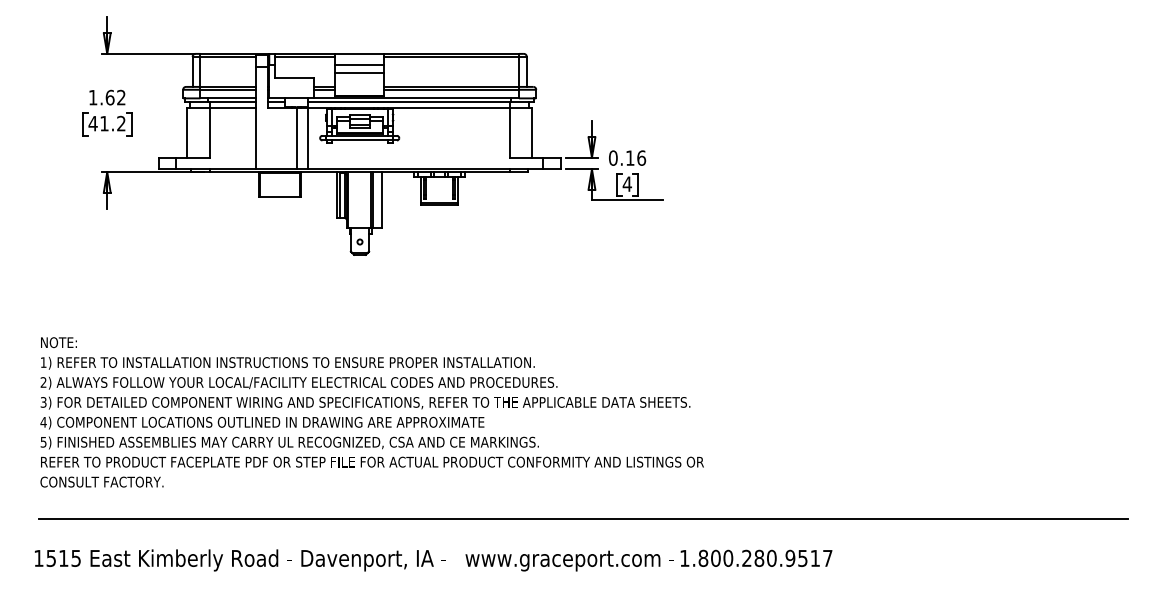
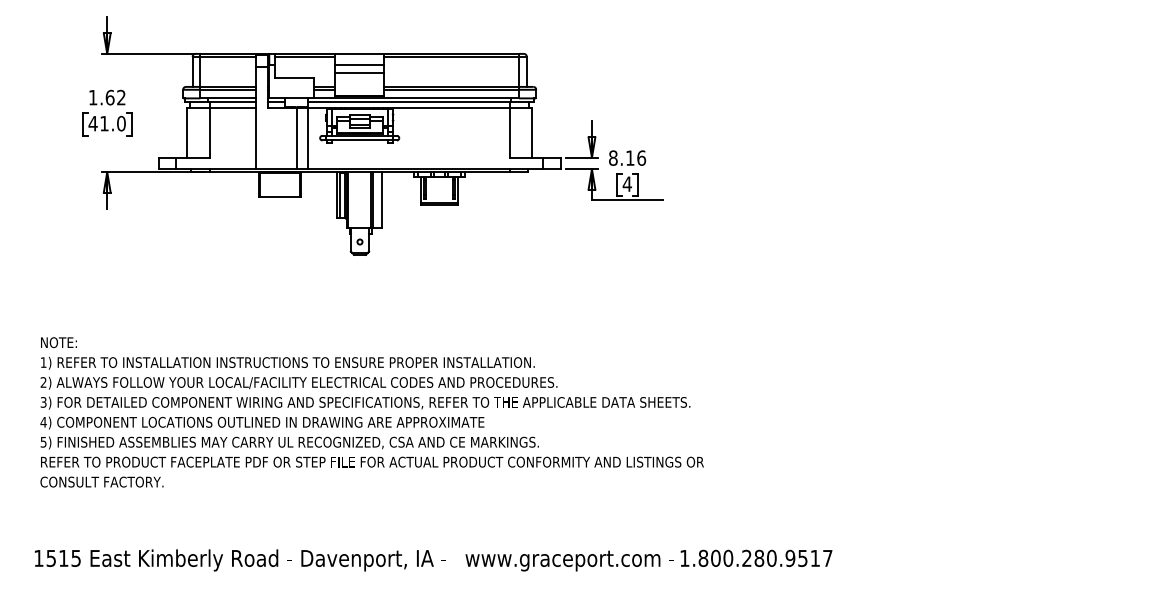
text at (121, 123): 41.2 -> 41.0
text at (613, 157): 0.16 -> 8.16
line at (583, 518): present -> none
